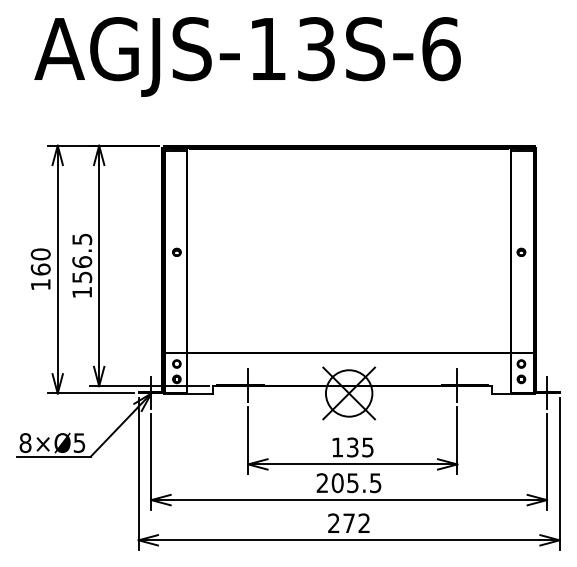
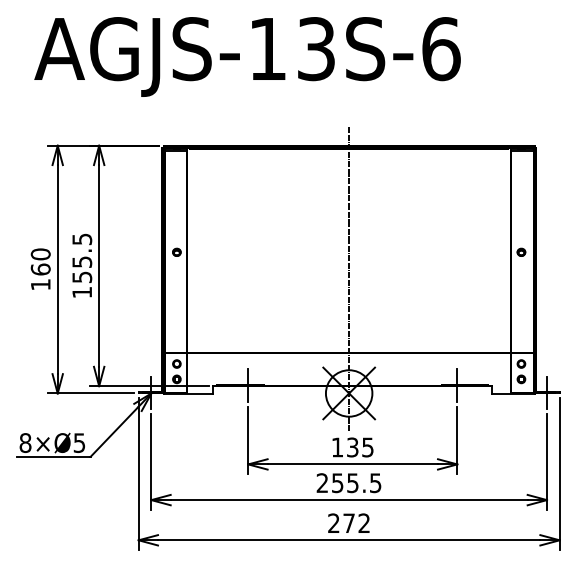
text at (82, 261): 156.5 -> 155.5
line at (349, 278): none -> present
text at (337, 483): 205.5 -> 255.5
